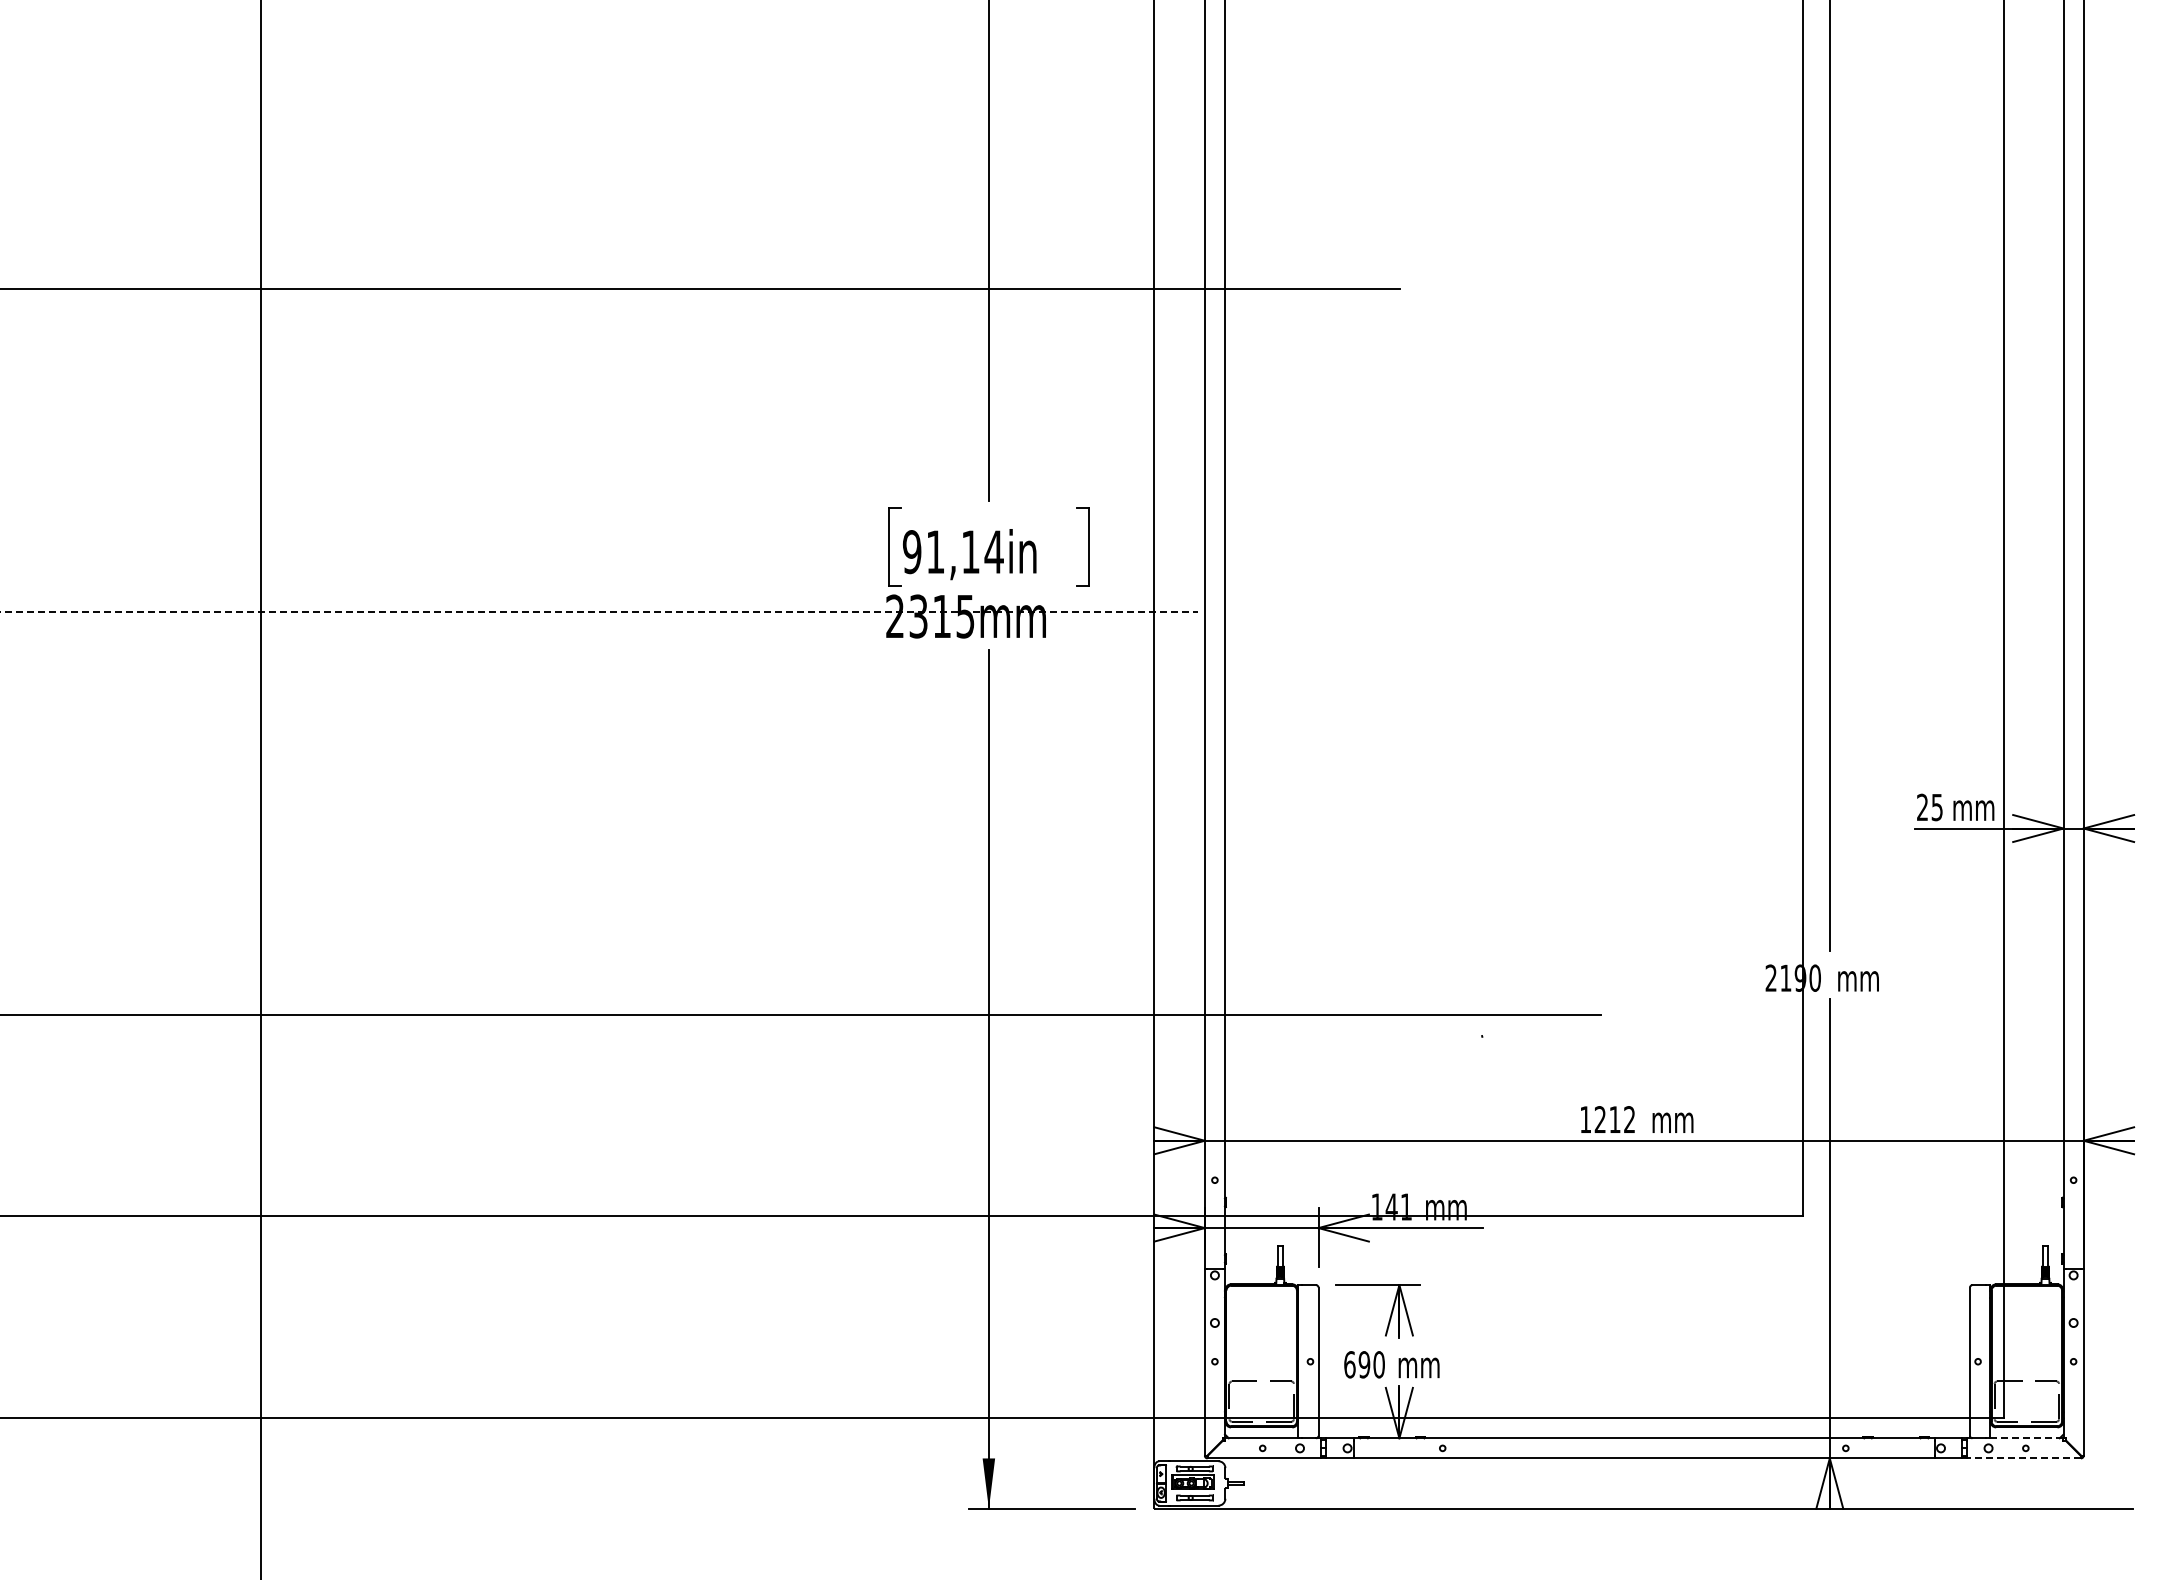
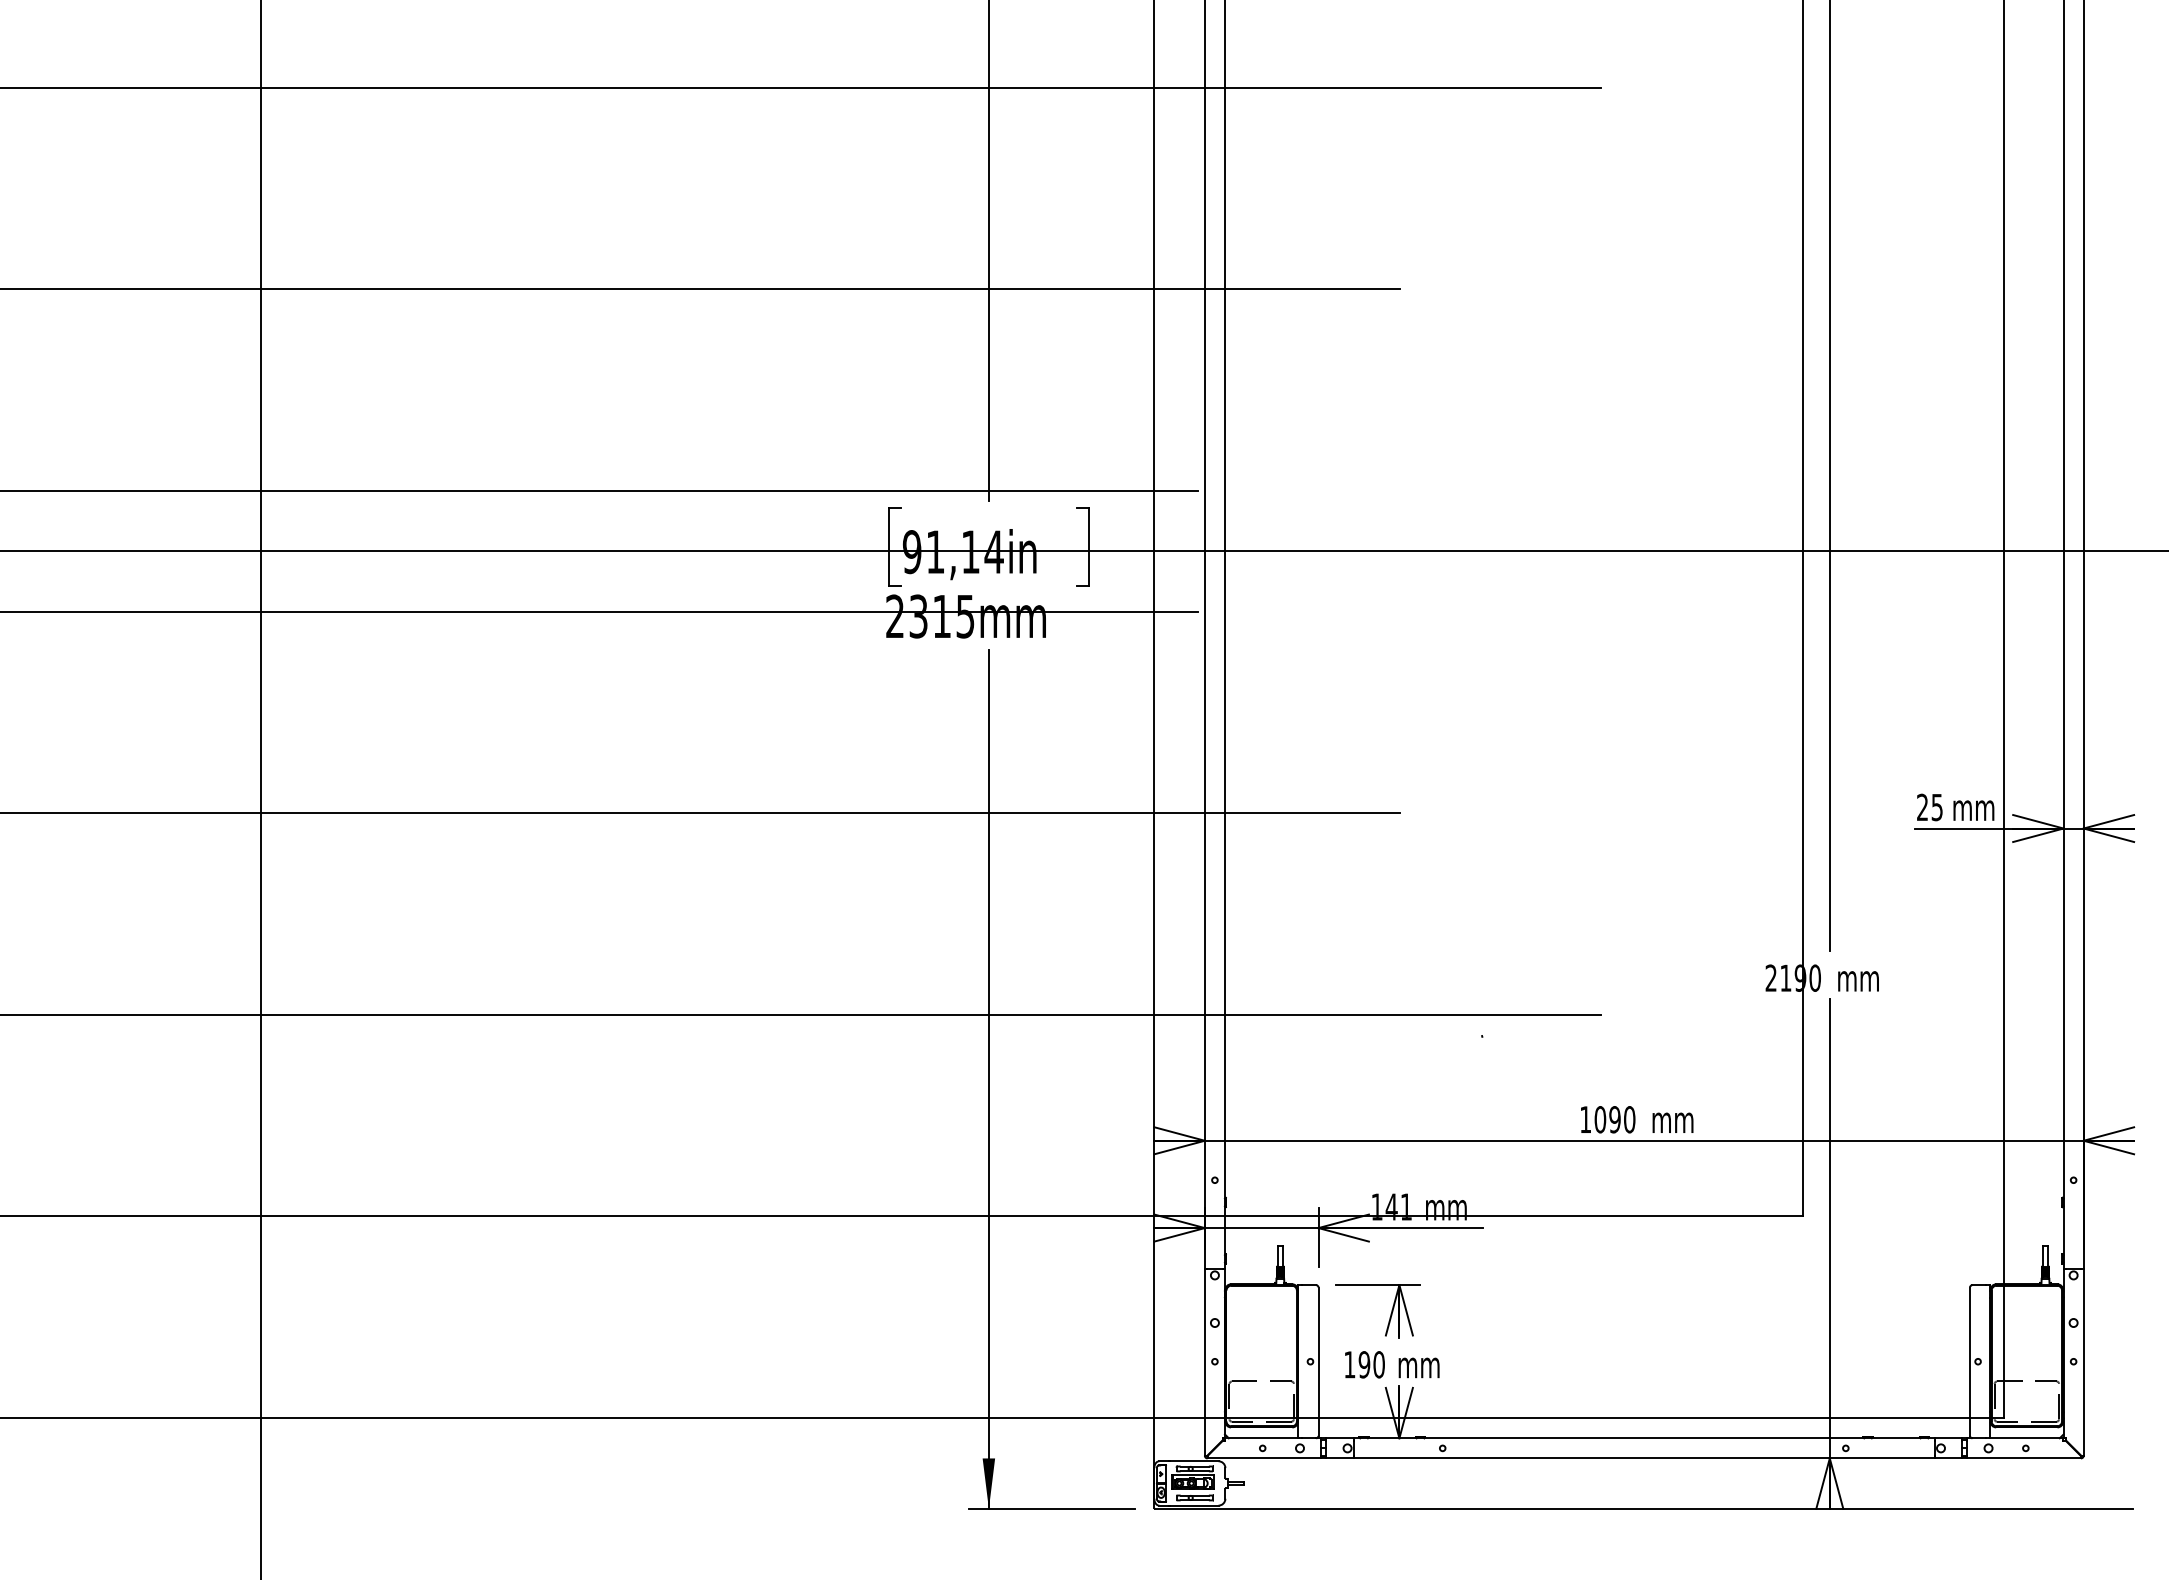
line at (801, 87): none -> present
line at (599, 490): none -> present
line at (1083, 551): none -> present
line at (599, 611): dashed -> solid
line at (700, 813): none -> present
text at (1614, 1119): 1212 -> 1090
text at (1349, 1364): 690 -> 190
line at (2026, 1438): dashed -> solid
line at (2024, 1458): dashed -> solid
